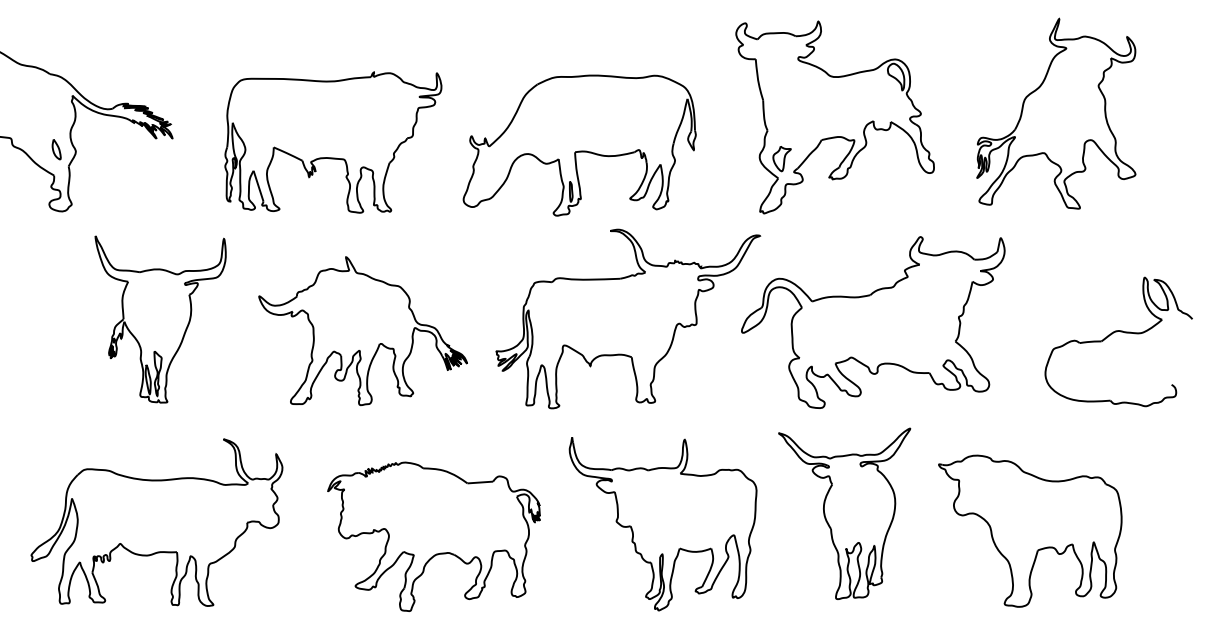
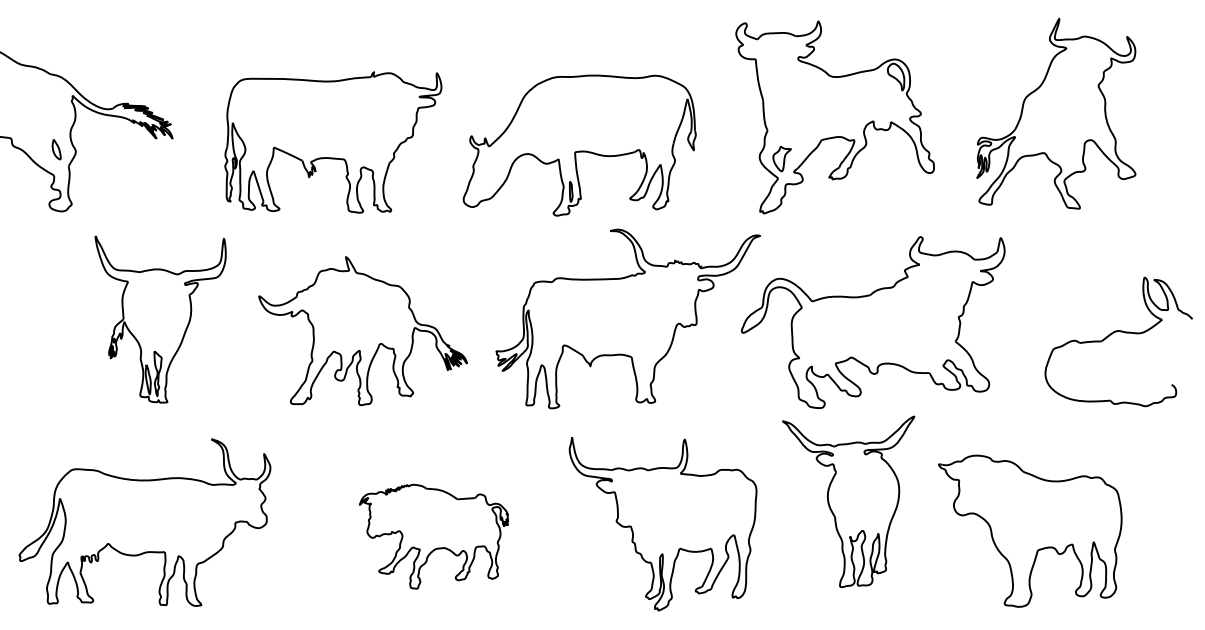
part at (844, 513) position: (844, 513) -> (848, 501)
part at (156, 522) position: (156, 522) -> (144, 522)
part at (433, 536) size: 214x151 px -> 150x107 px
